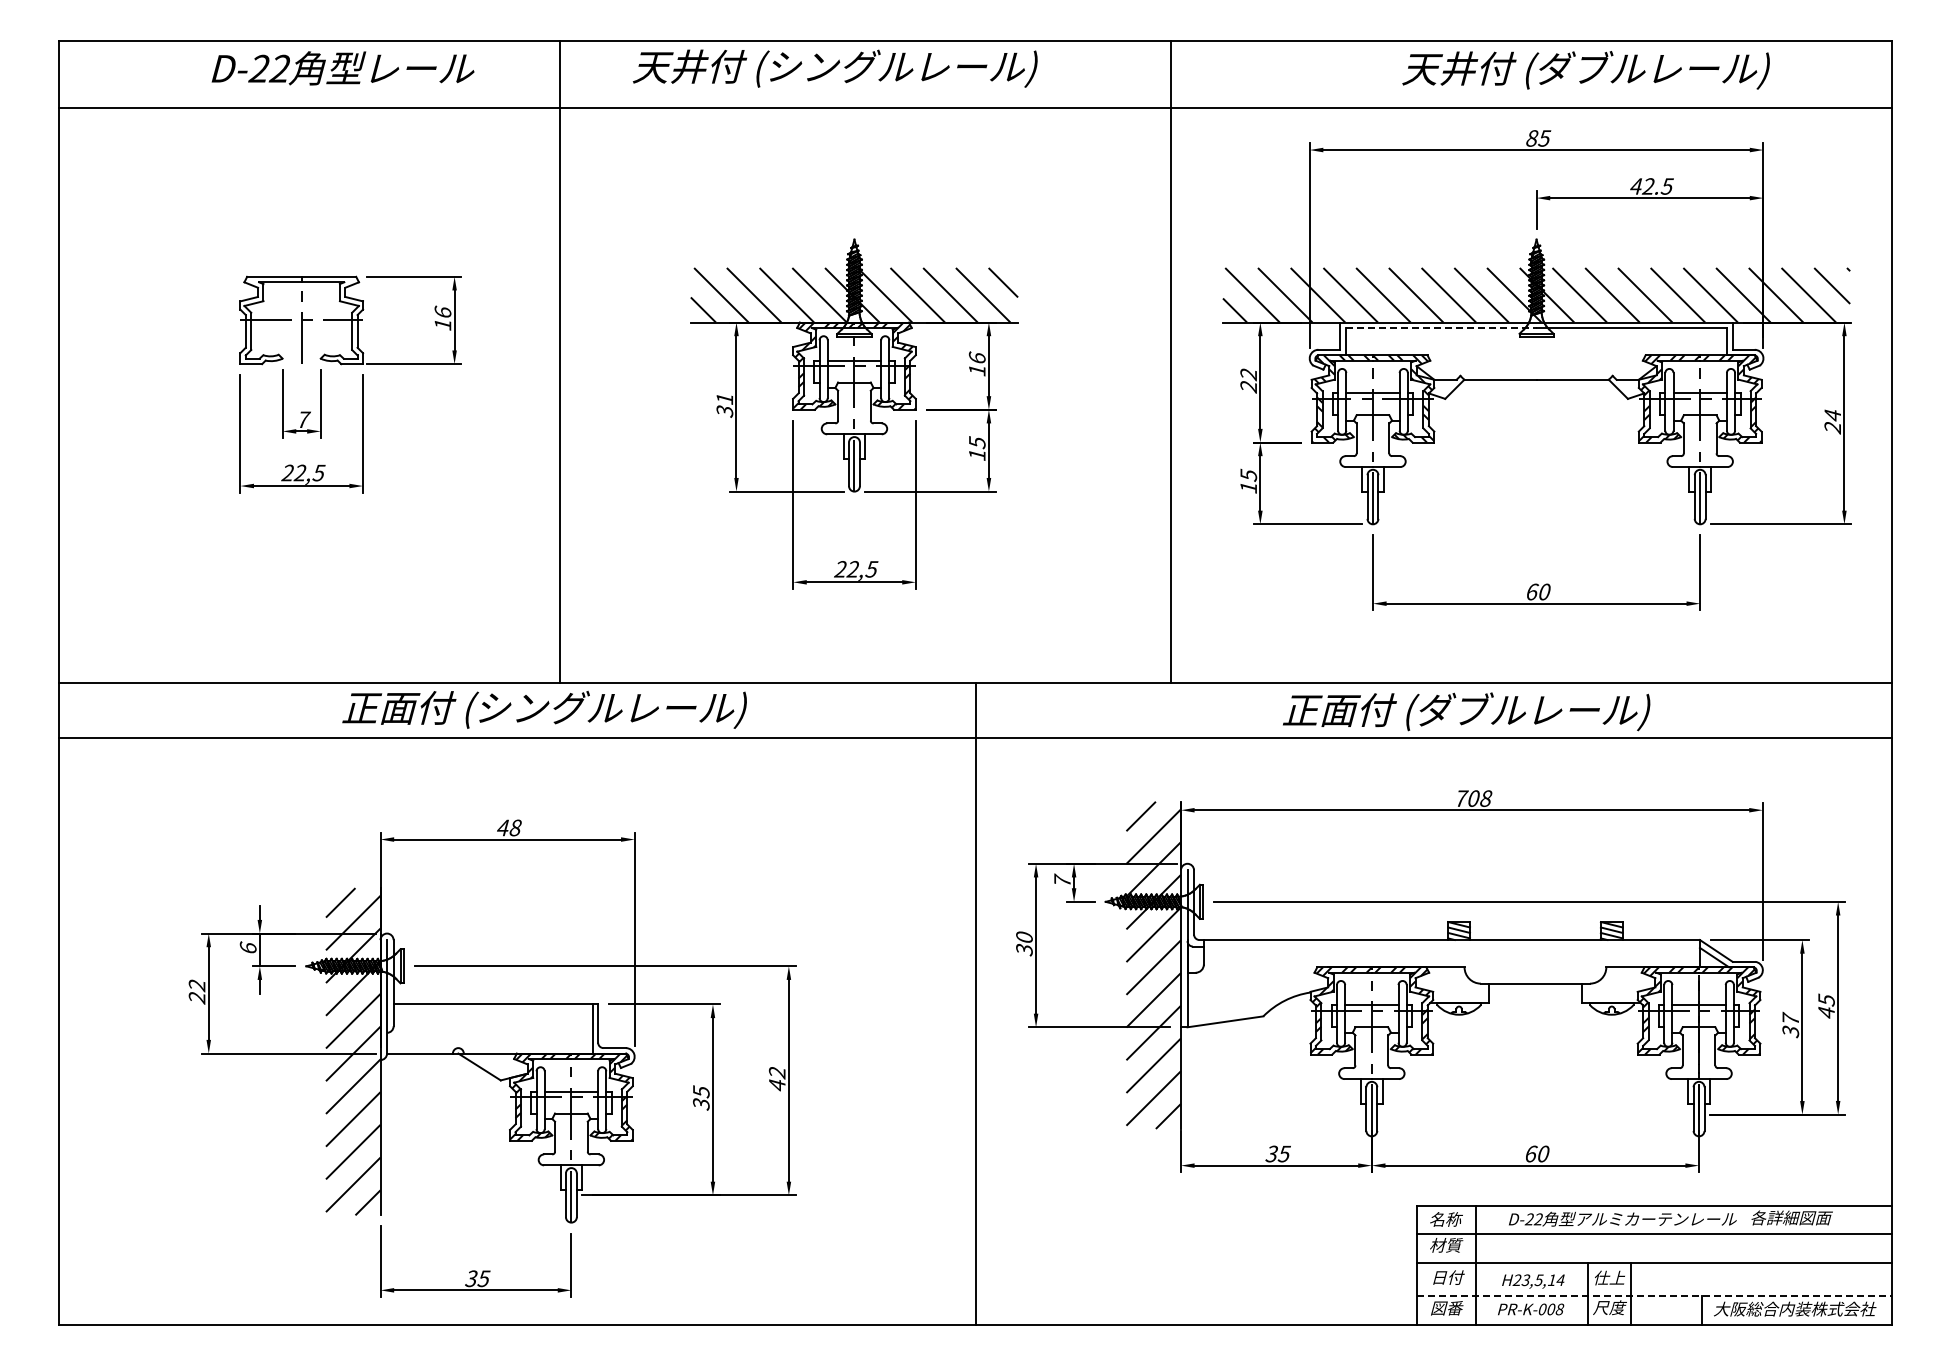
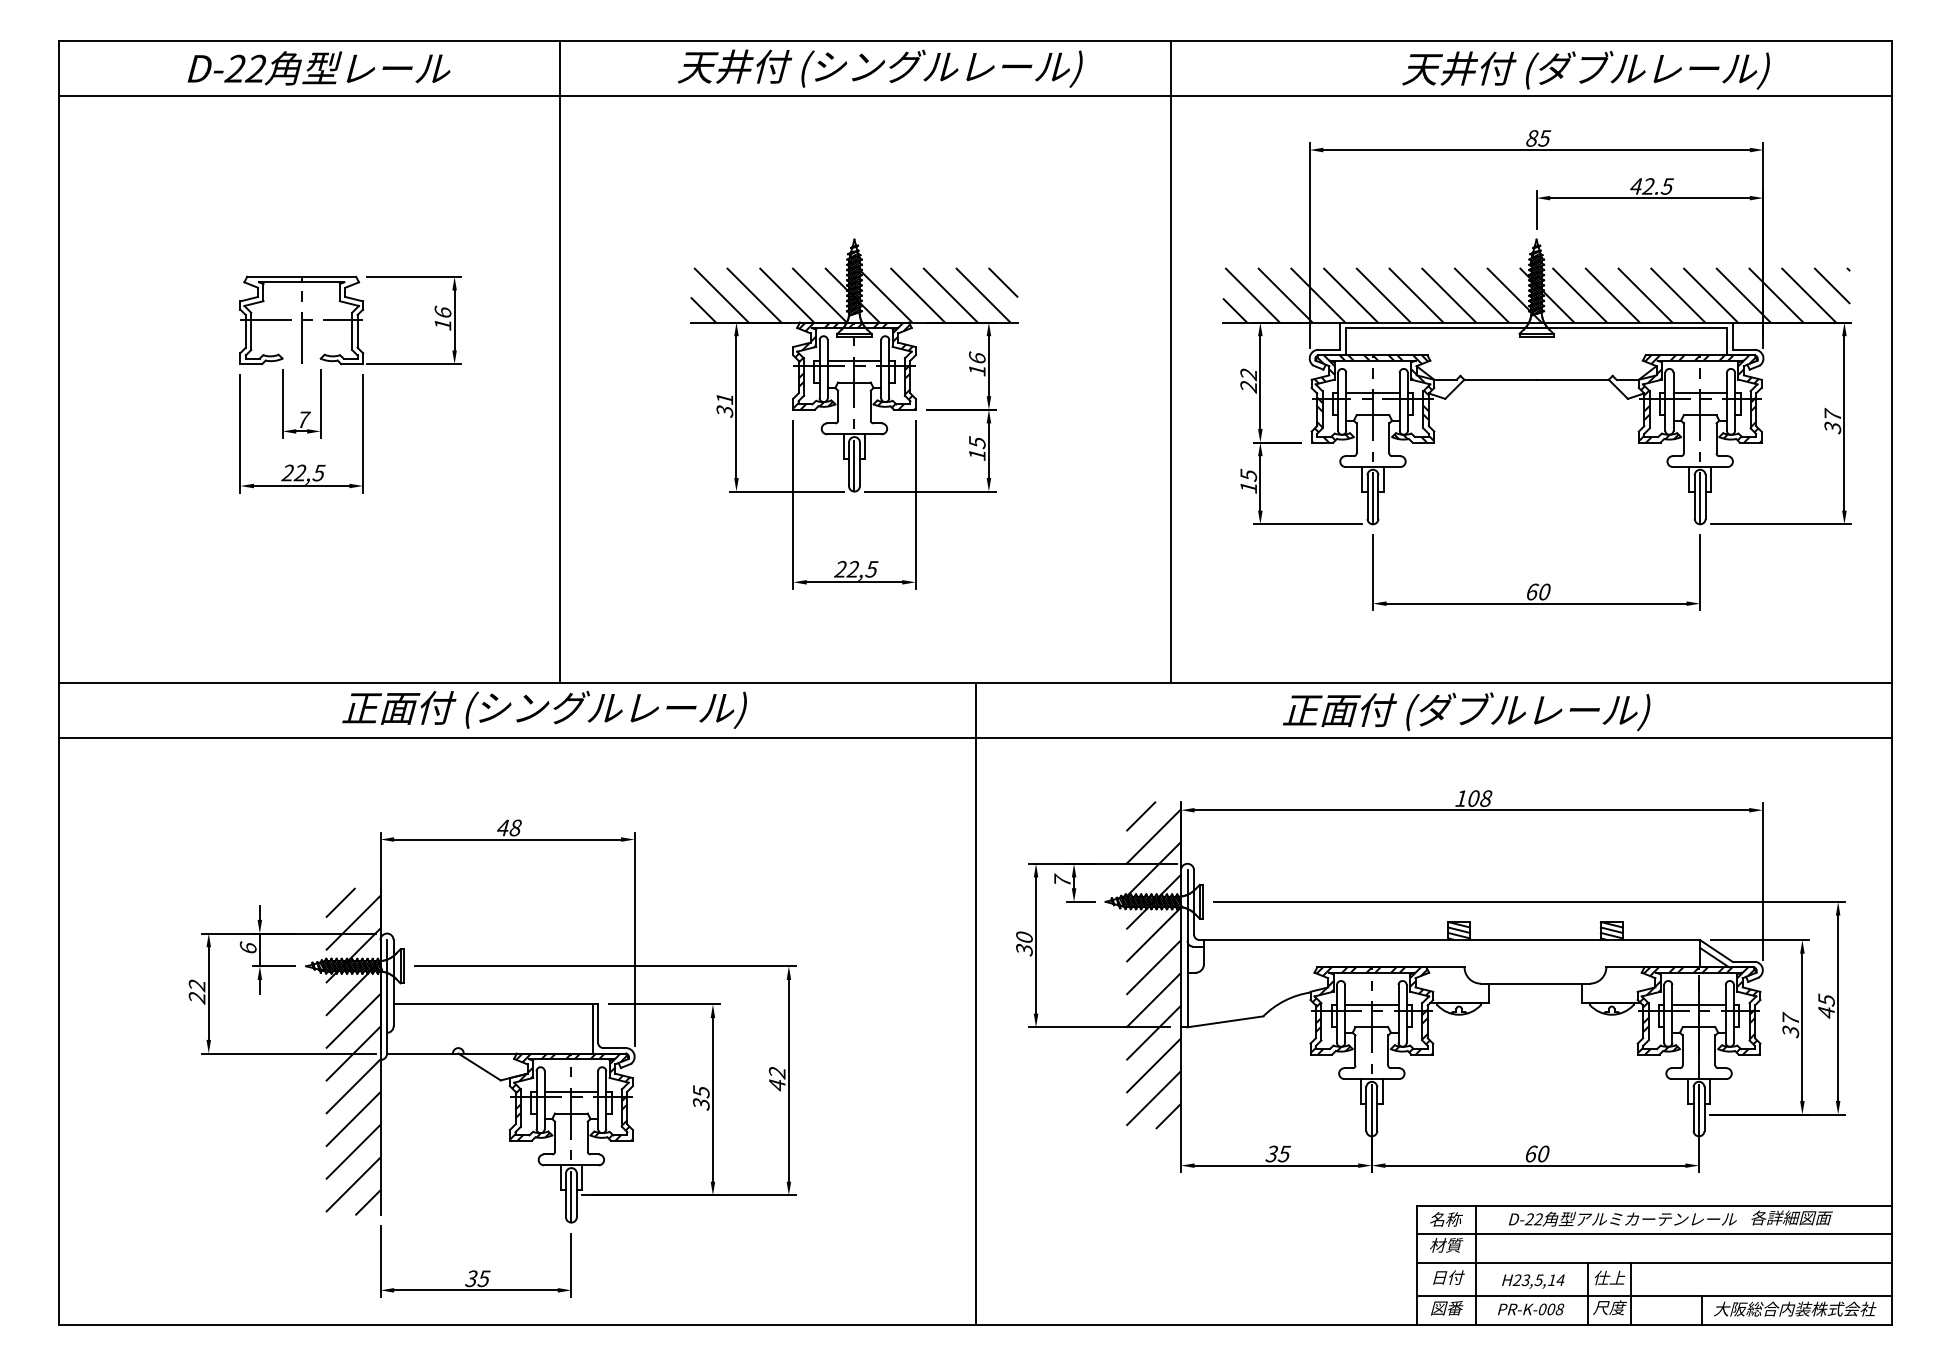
text at (342, 68) position: (342, 68) -> (318, 68)
text at (834, 68) position: (834, 68) -> (879, 68)
line at (975, 107) position: (975, 107) -> (975, 95)
line at (1441, 327): dashed -> solid
text at (1832, 421): 24 -> 37
text at (1461, 798): 708 -> 108
line at (1654, 1296): dashed -> solid
